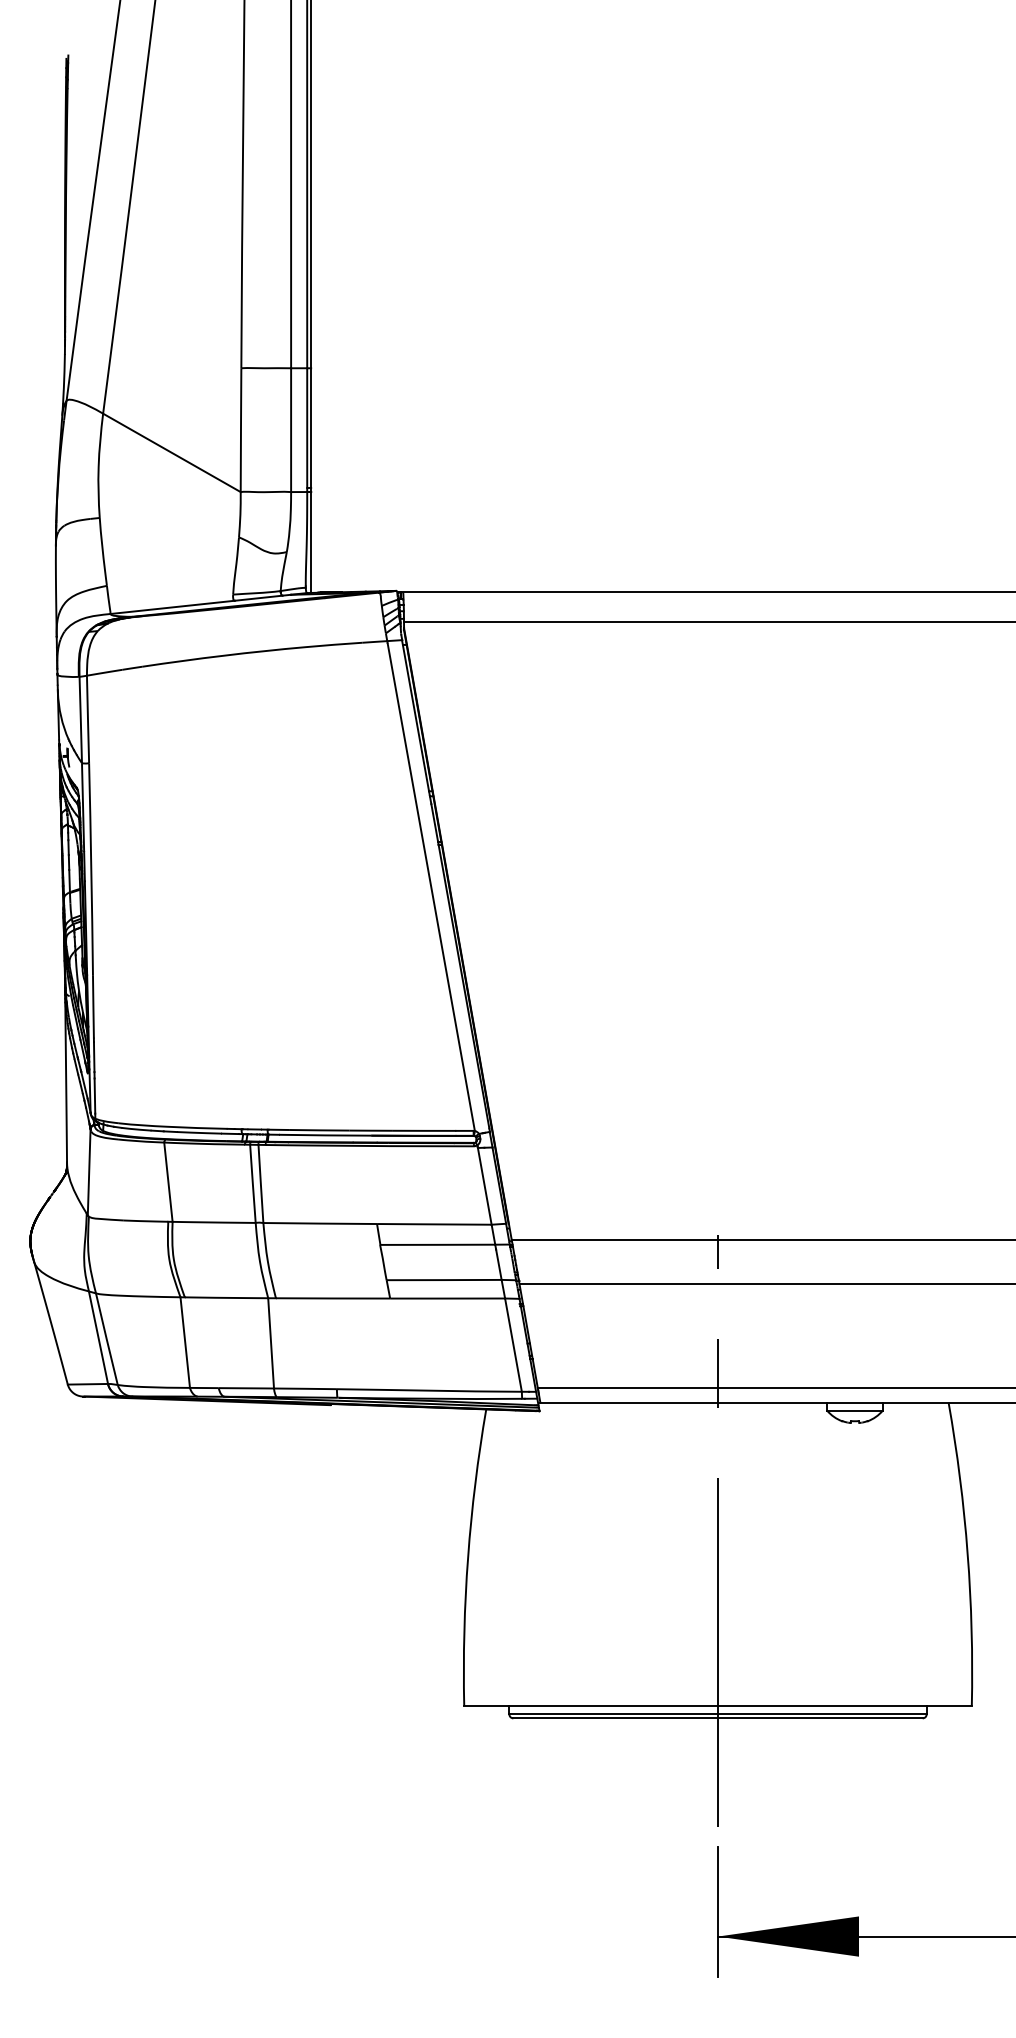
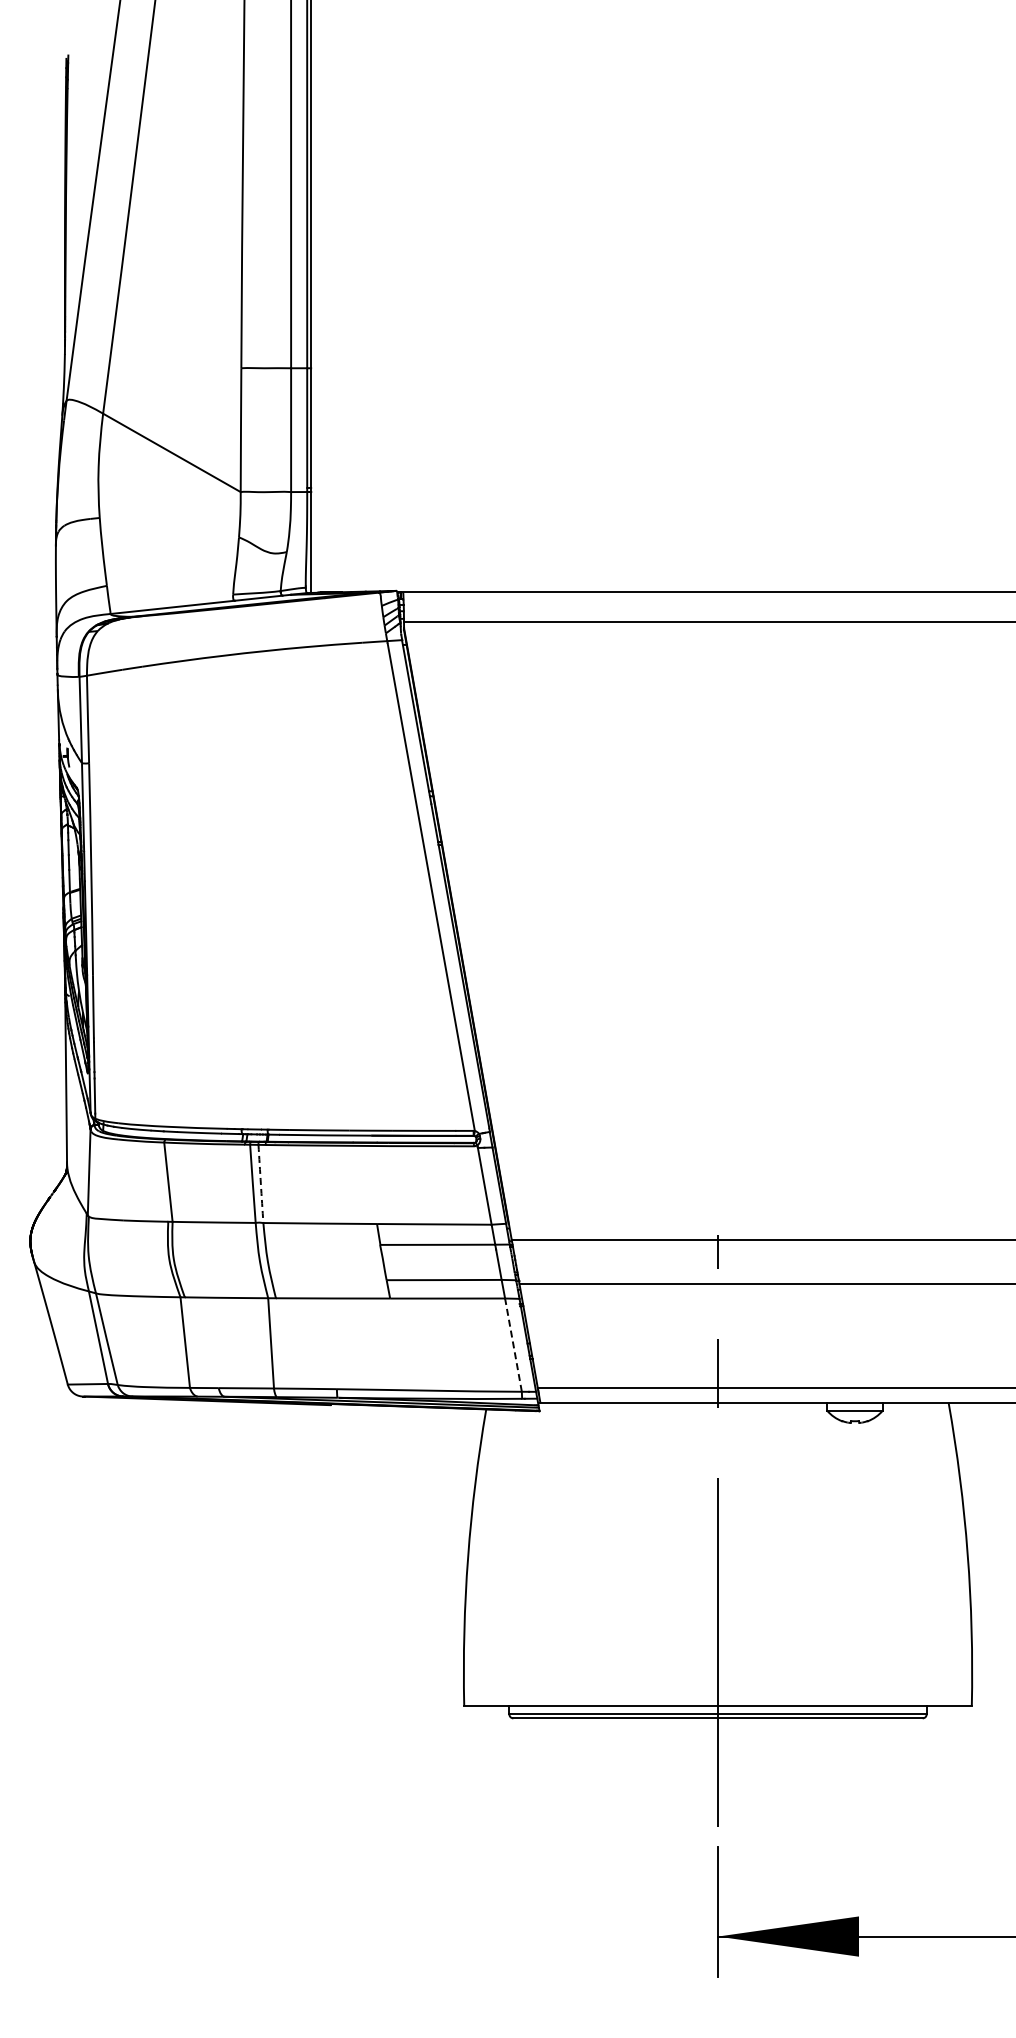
arc at (260, 1183): solid -> dashed
line at (513, 1344): solid -> dashed
